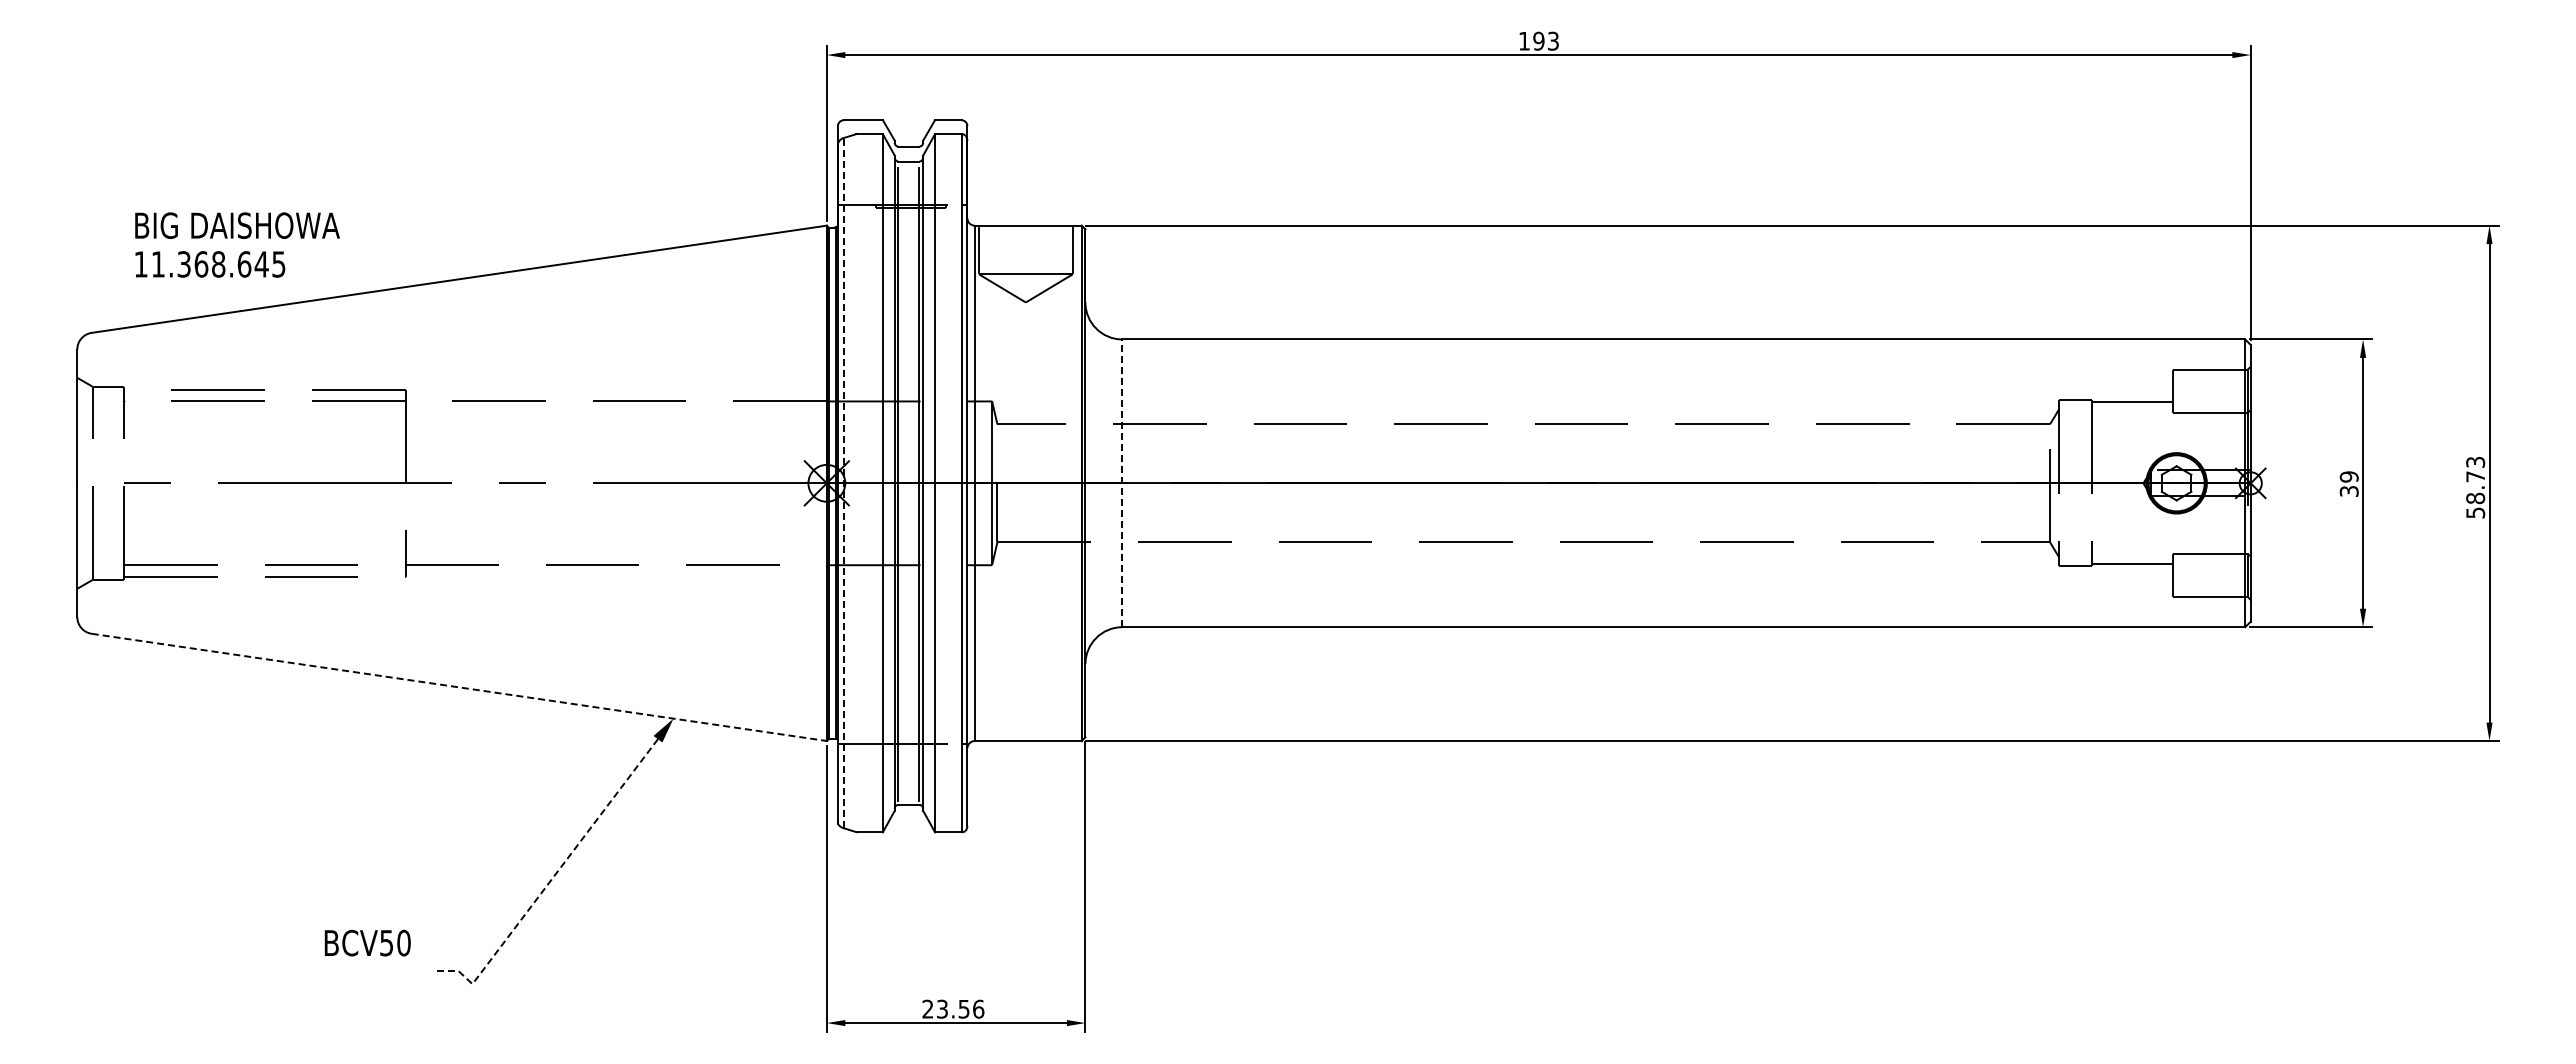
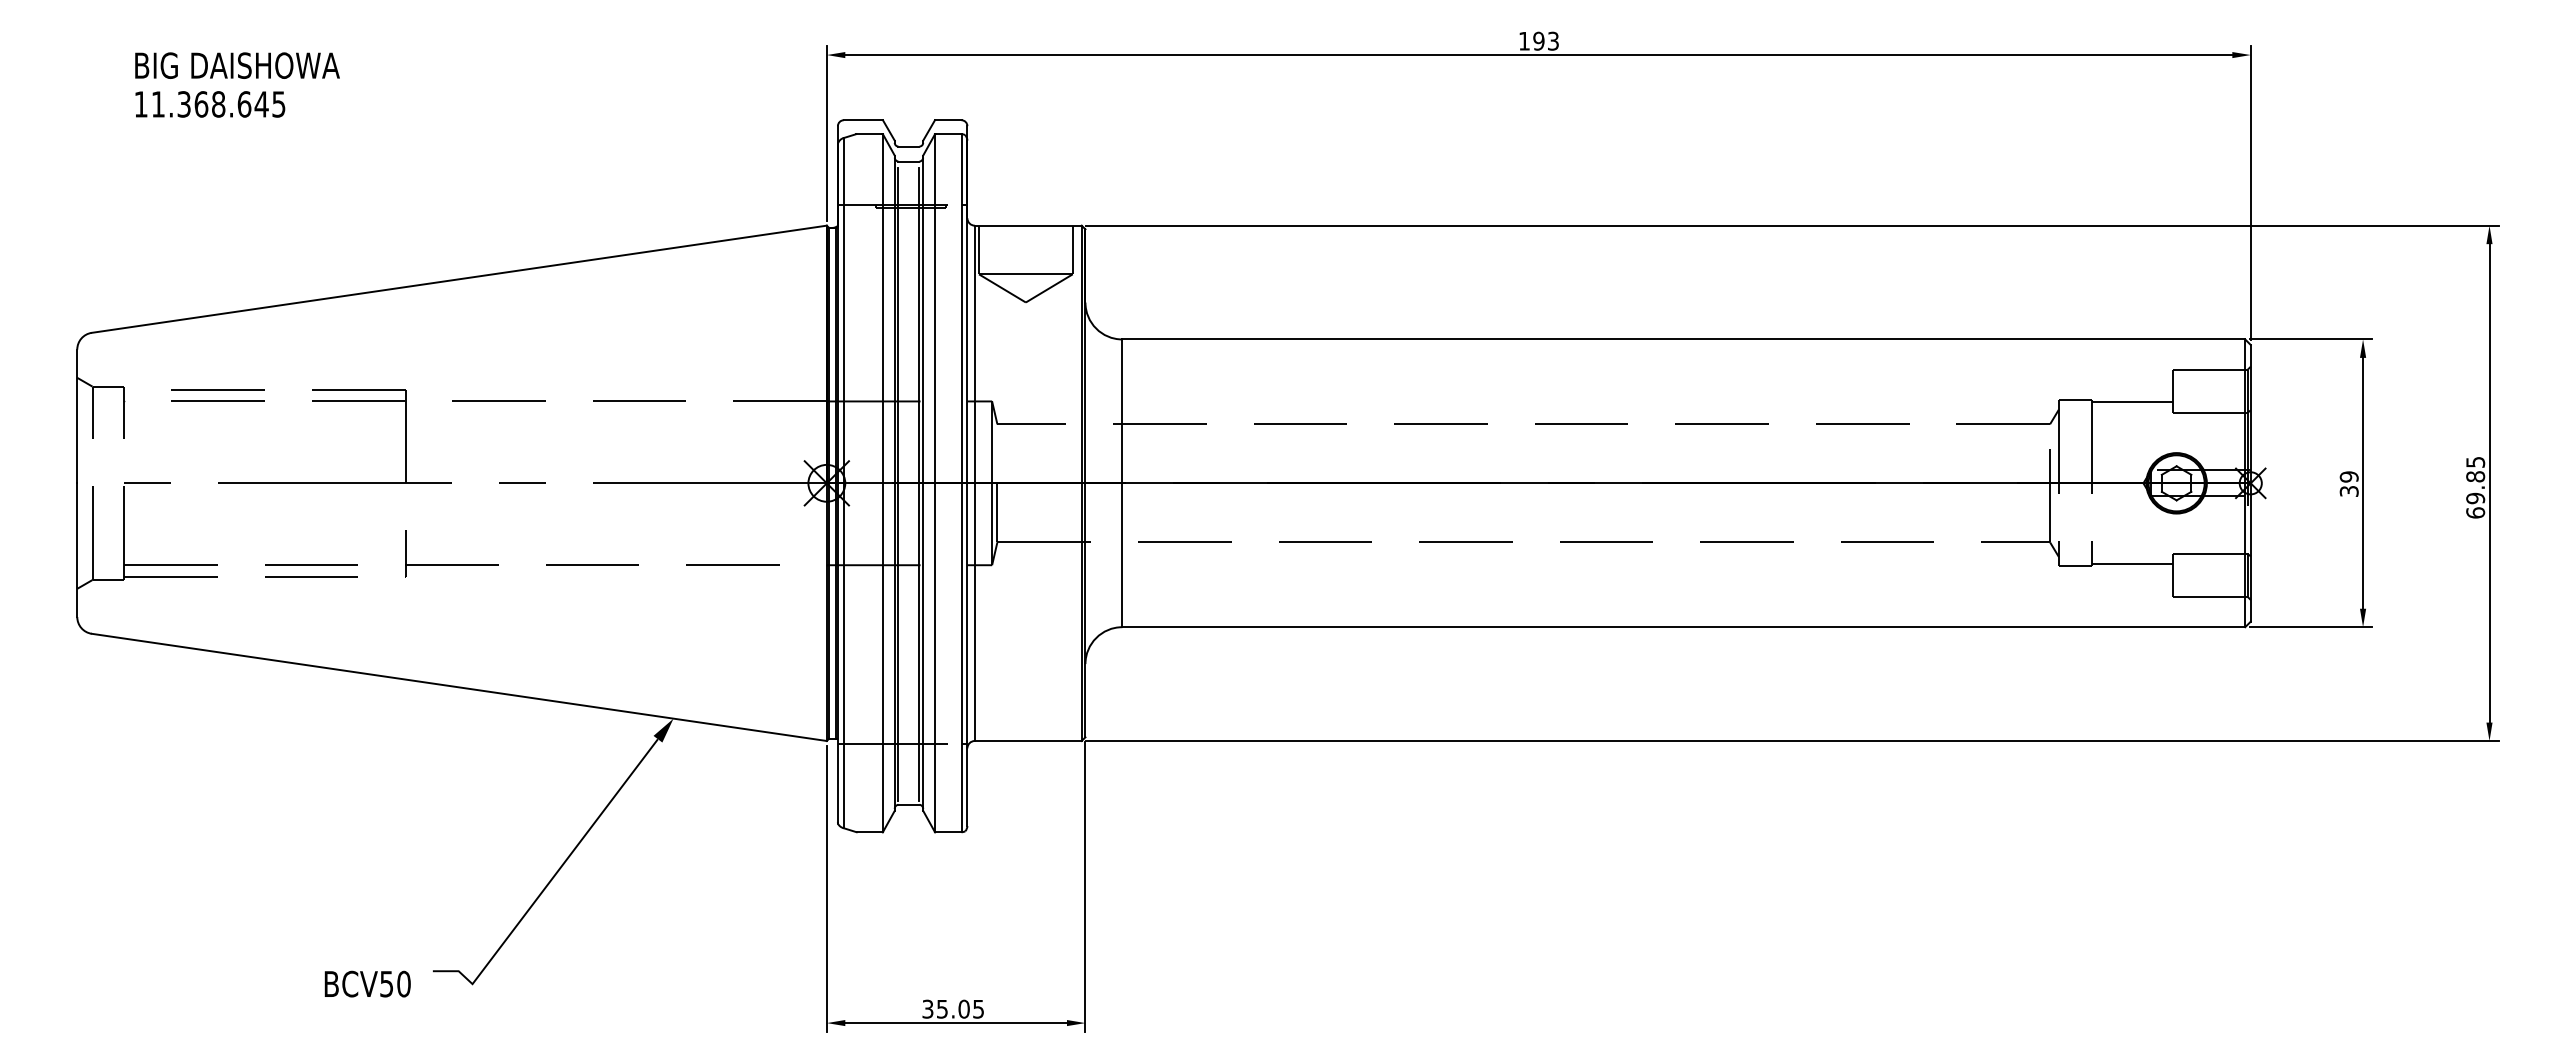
text at (237, 244) position: (237, 244) -> (237, 84)
line at (843, 482): dashed -> solid
line at (1122, 483): dashed -> solid
text at (2475, 487): 58.73 -> 69.85
line at (459, 687): dashed -> solid
line at (550, 880): dashed -> solid
text at (367, 942) position: (367, 942) -> (367, 983)
text at (953, 1008): 23.56 -> 35.05
